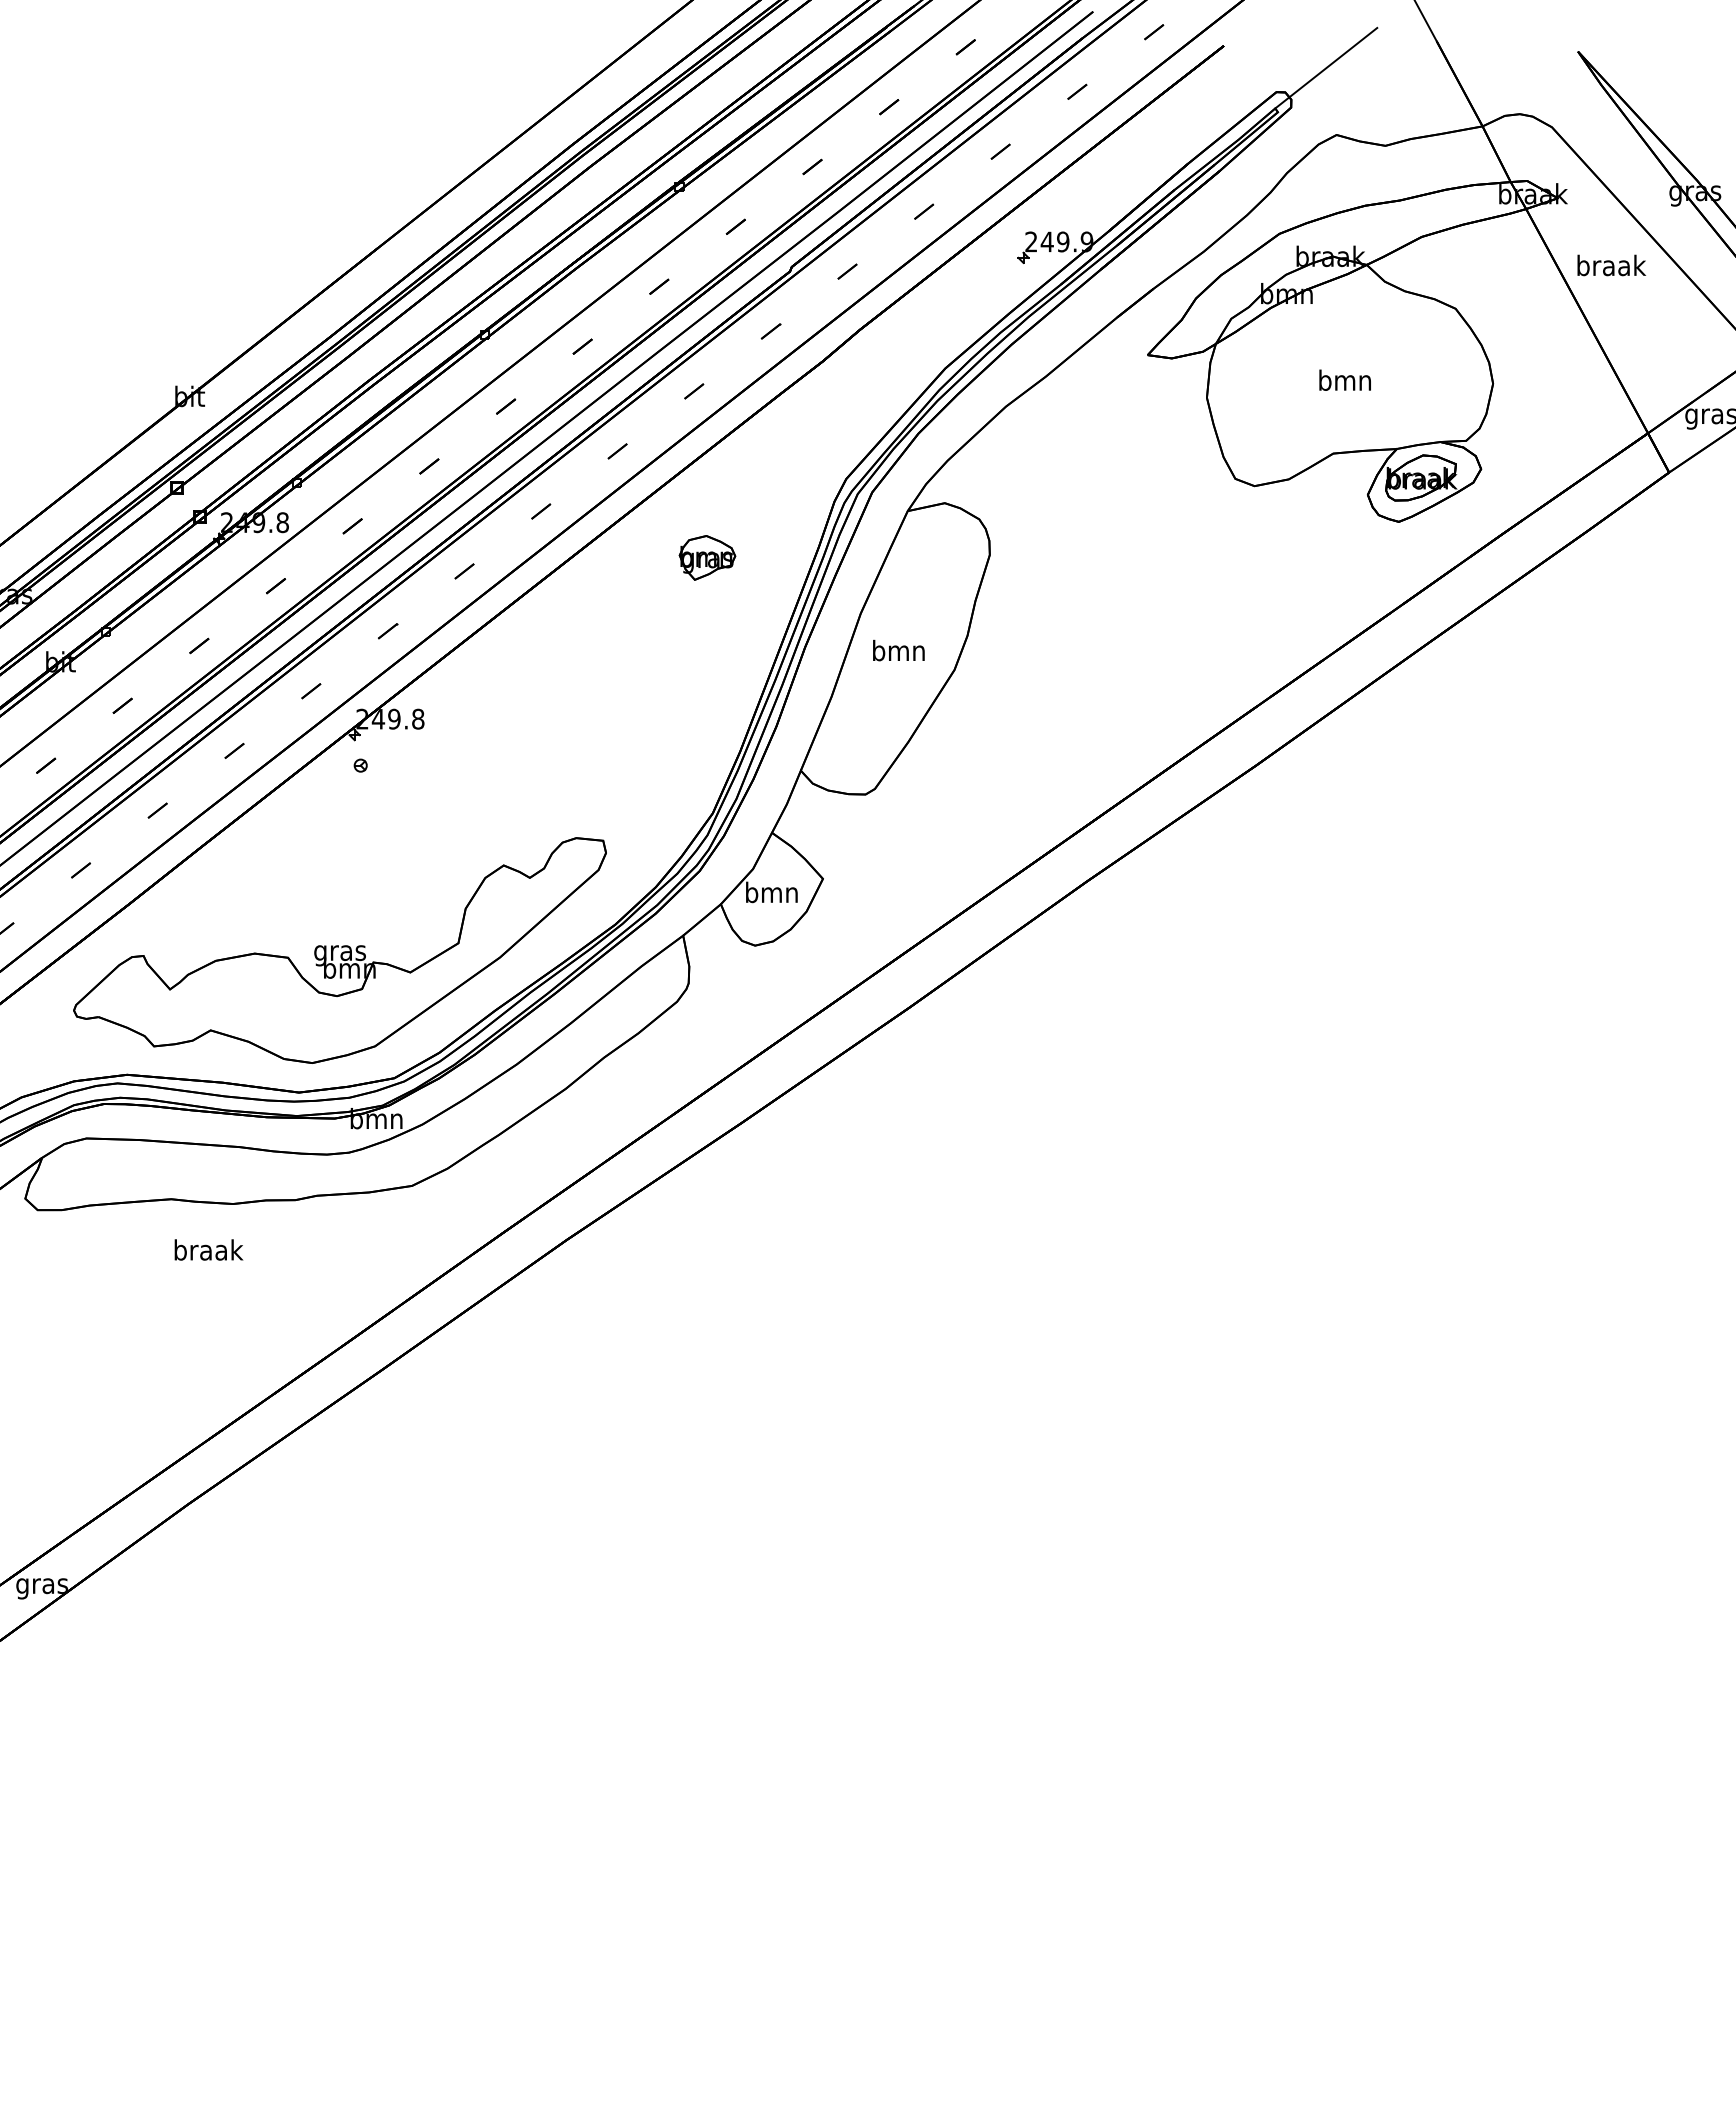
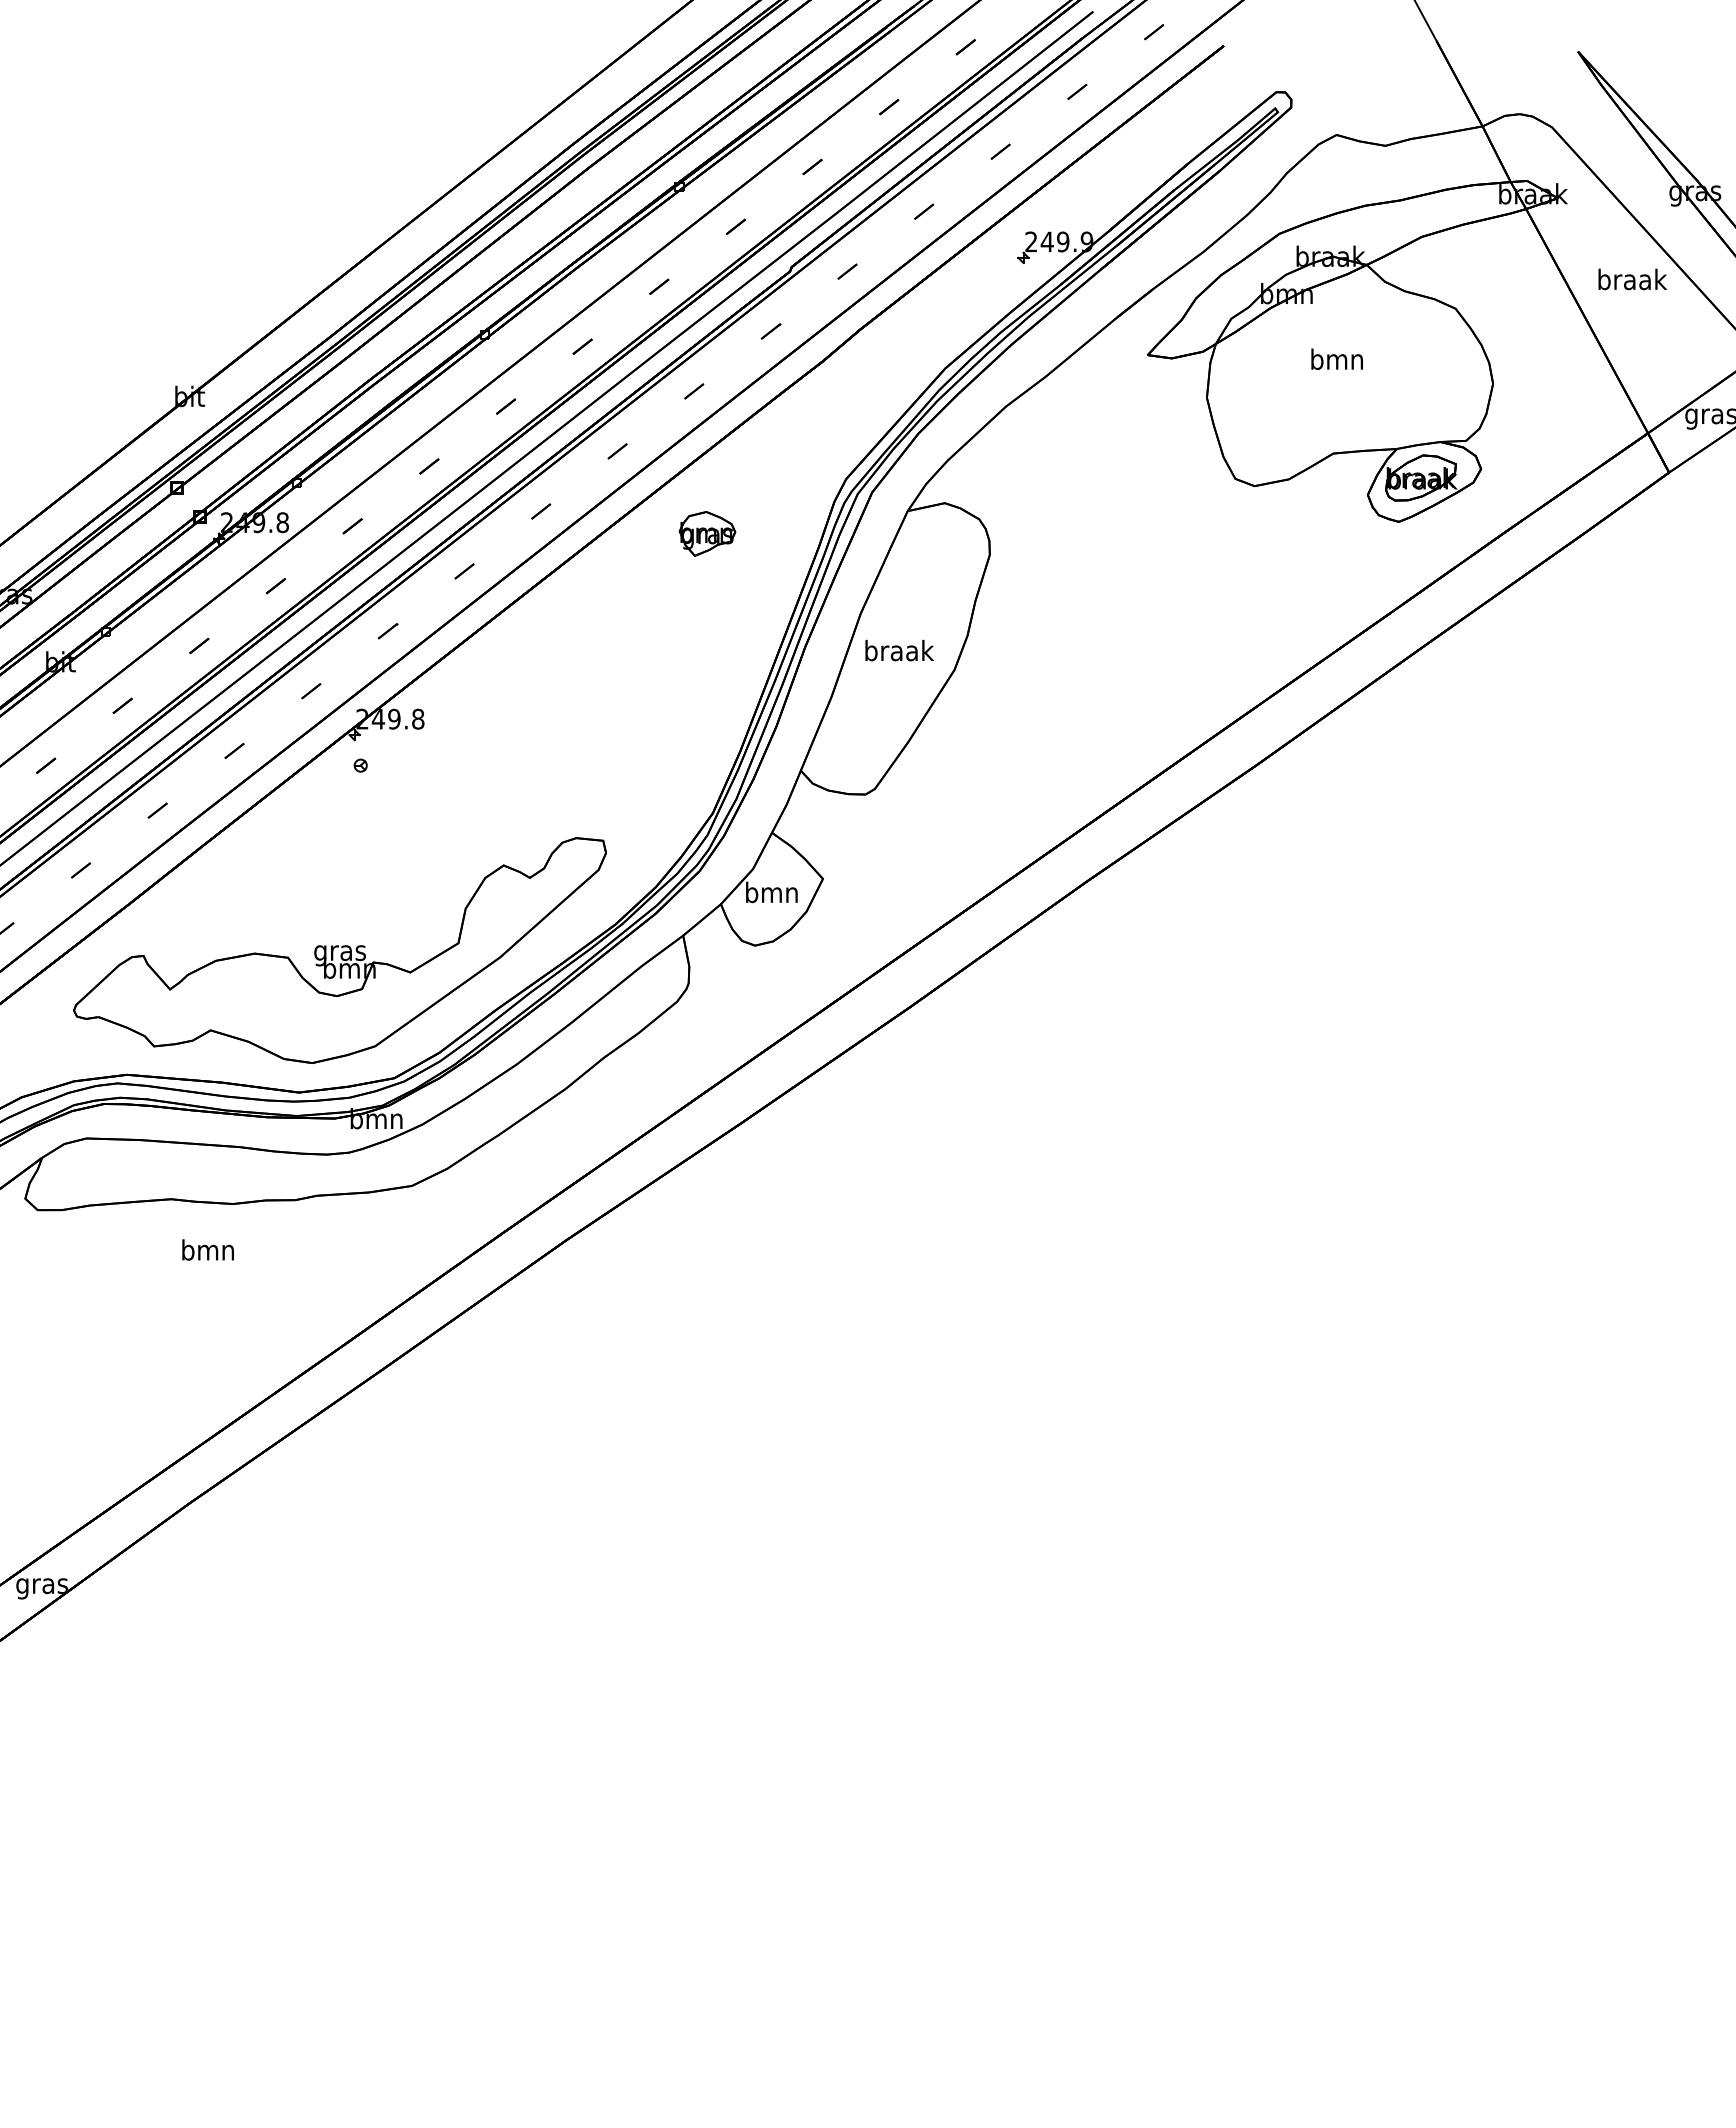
line at (1326, 67): present -> none
text at (1611, 265) position: (1611, 265) -> (1632, 279)
text at (1344, 379) position: (1344, 379) -> (1336, 358)
part at (707, 557) position: (707, 557) -> (707, 533)
text at (899, 650): bmn -> braak
text at (208, 1249): braak -> bmn
